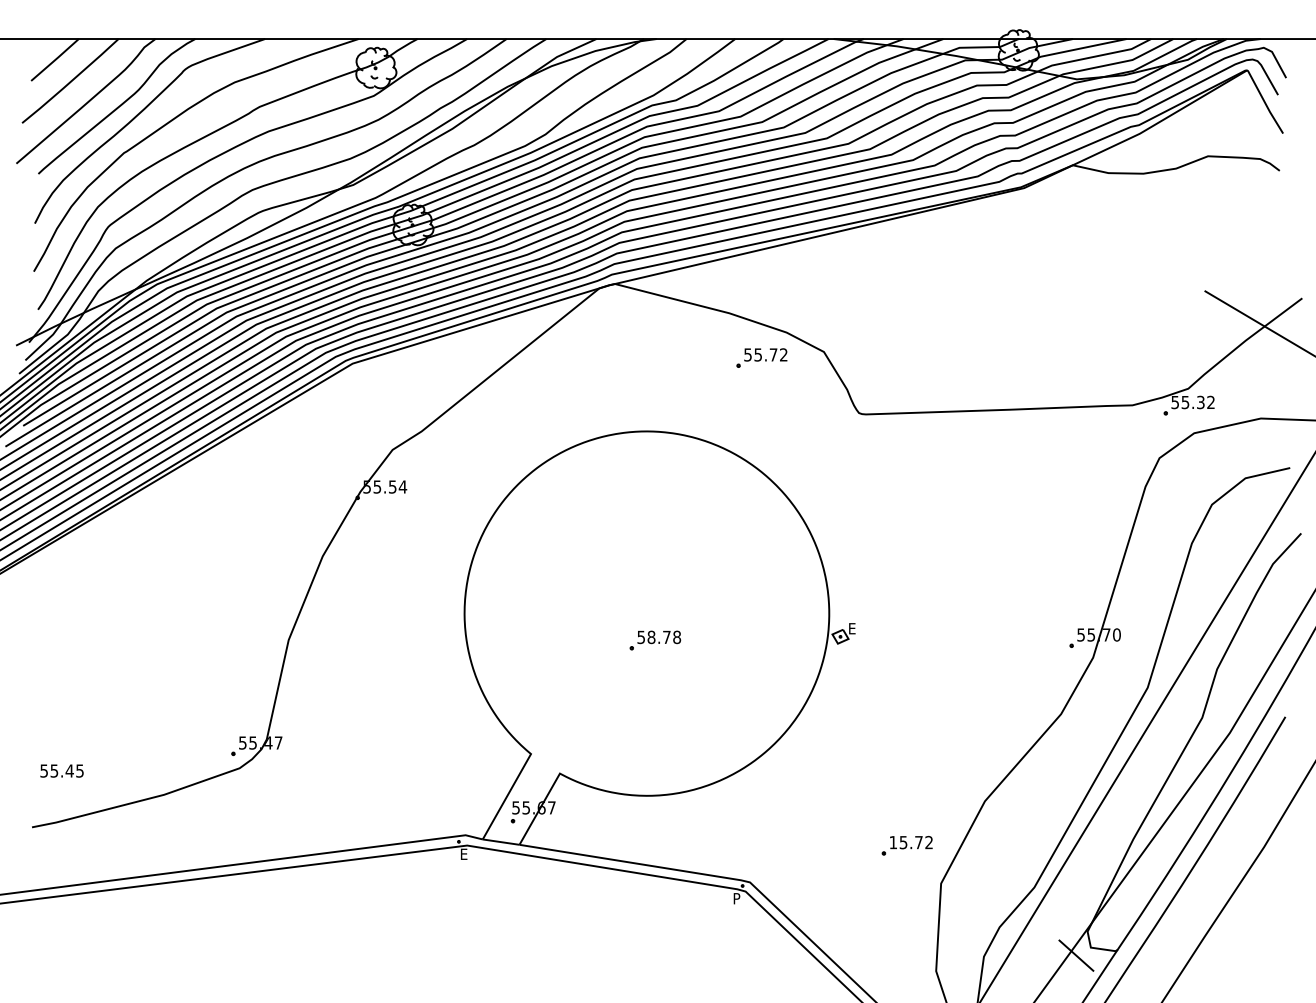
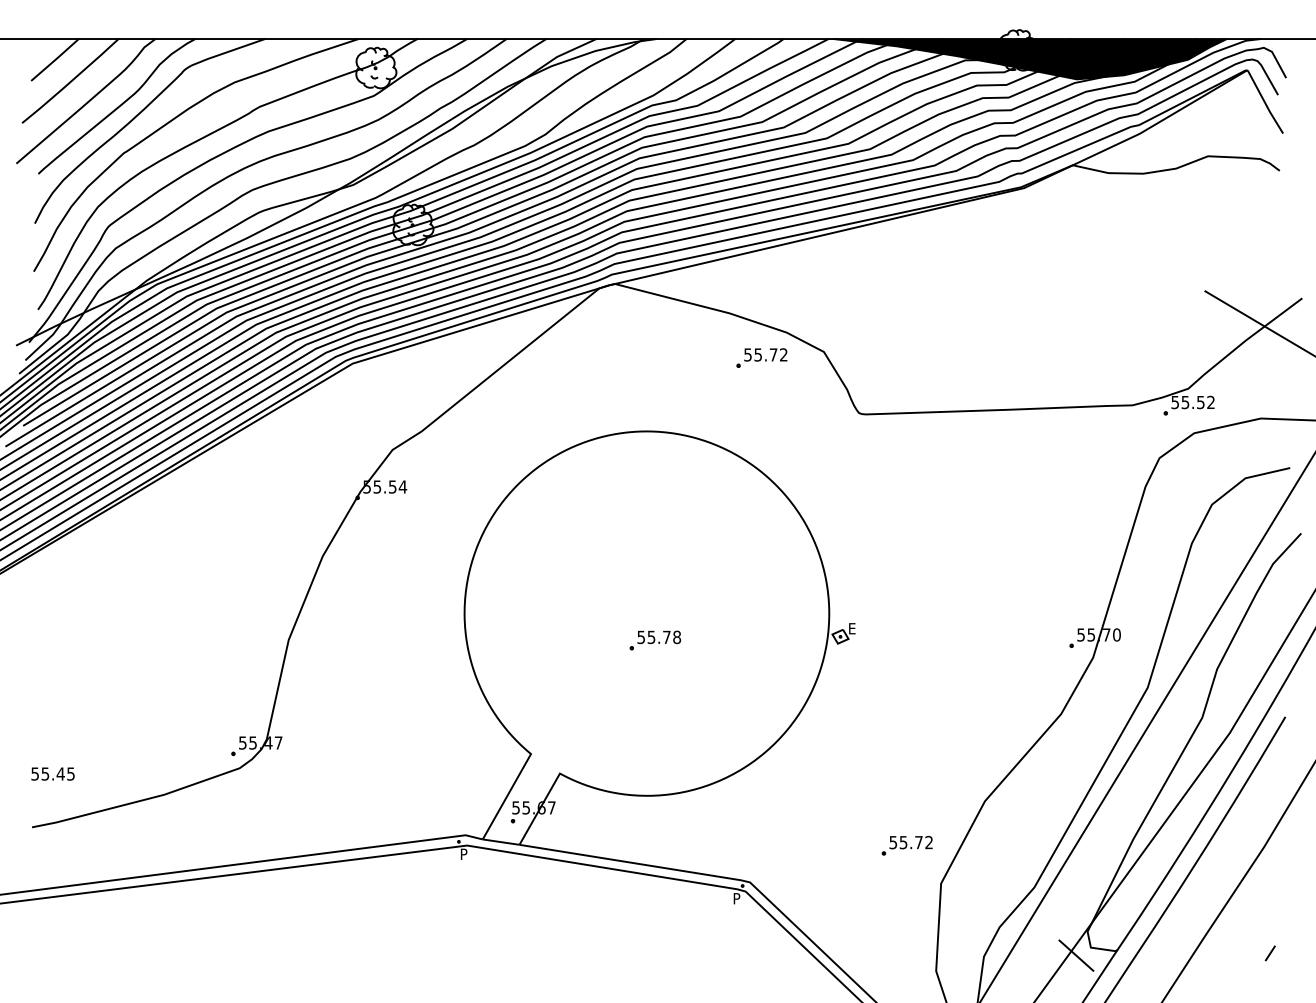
fill at (1029, 59): none -> present
text at (1200, 401): 55.32 -> 55.52
text at (651, 637): 58.78 -> 55.78
text at (61, 770) position: (61, 770) -> (52, 773)
text at (893, 842): 15.72 -> 55.72
text at (464, 853): E -> P
line at (1269, 953): none -> present
